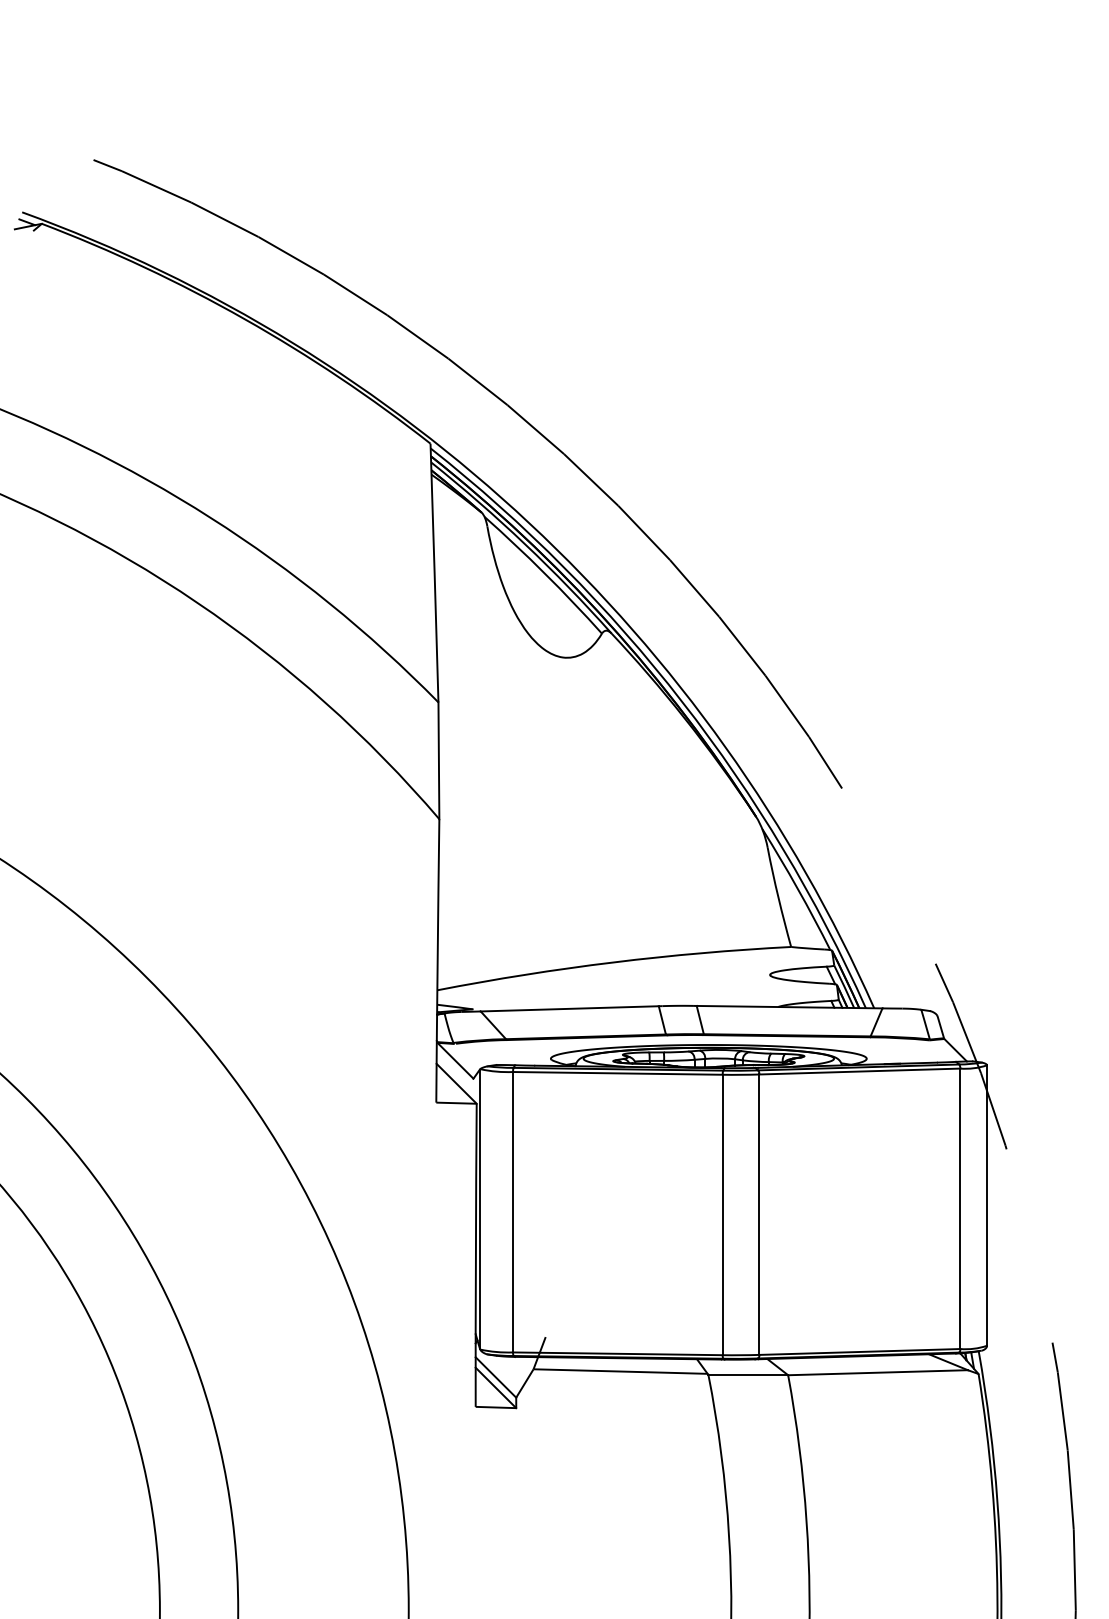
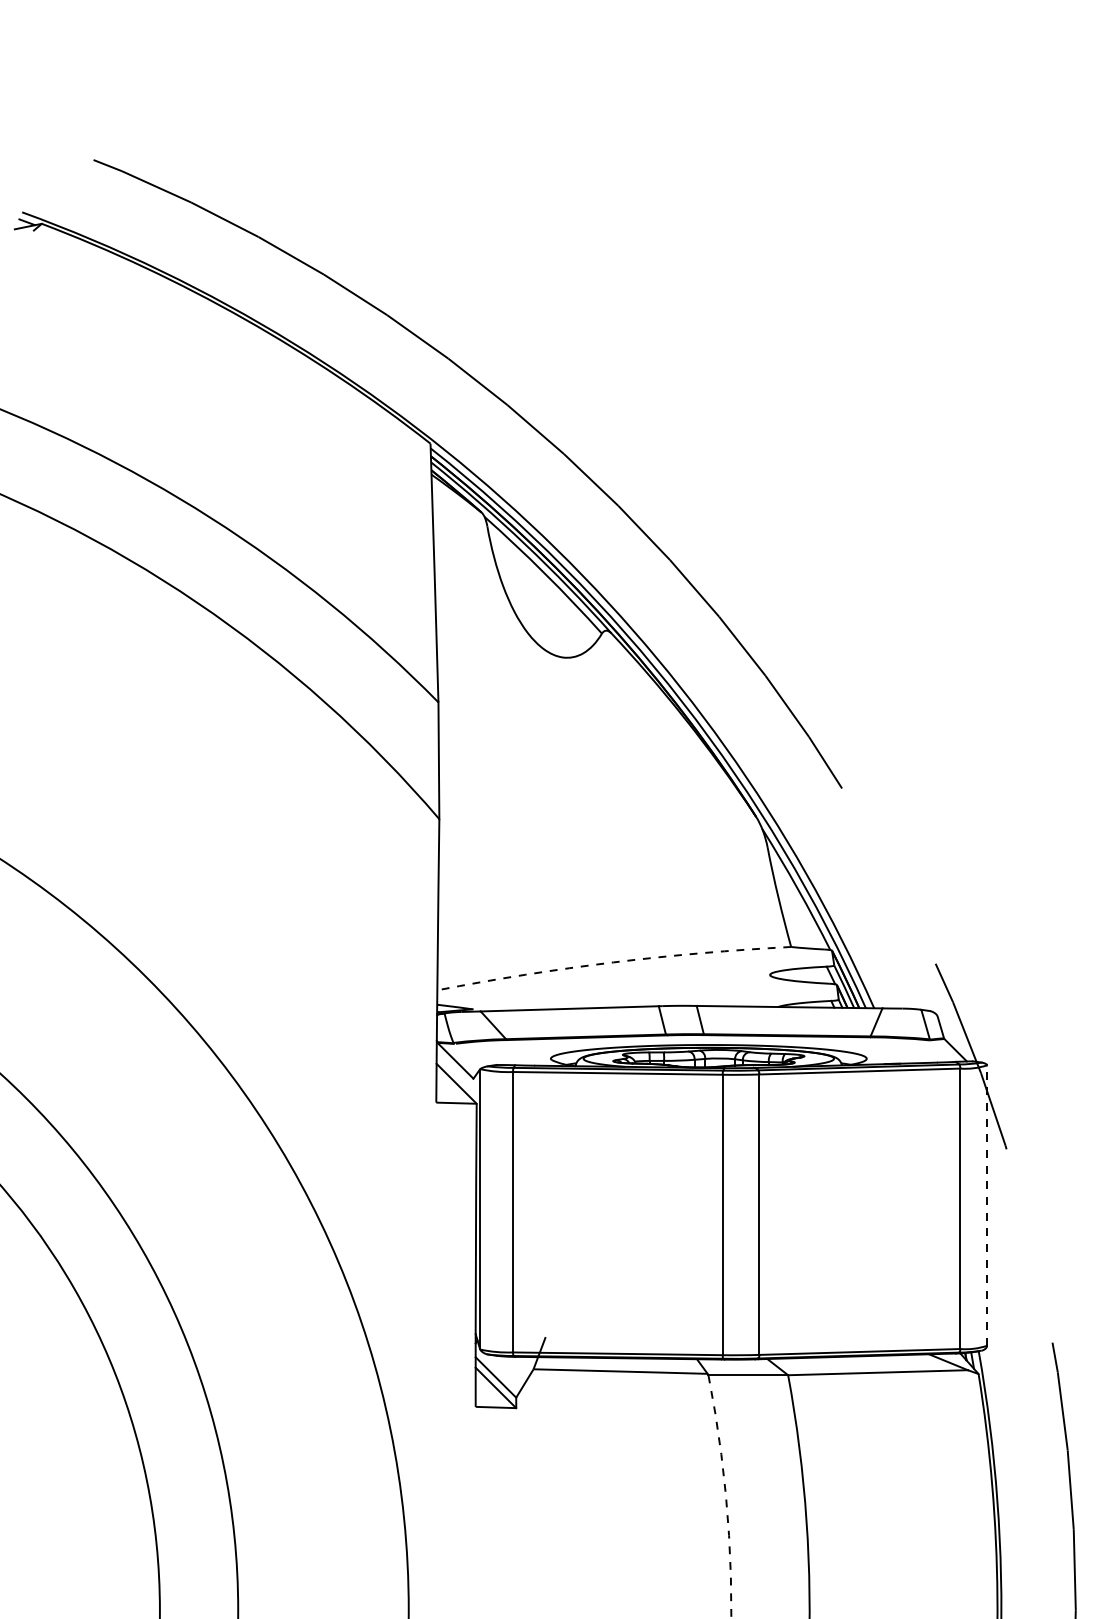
arc at (613, 962): solid -> dashed
line at (986, 1205): solid -> dashed
arc at (725, 1496): solid -> dashed
